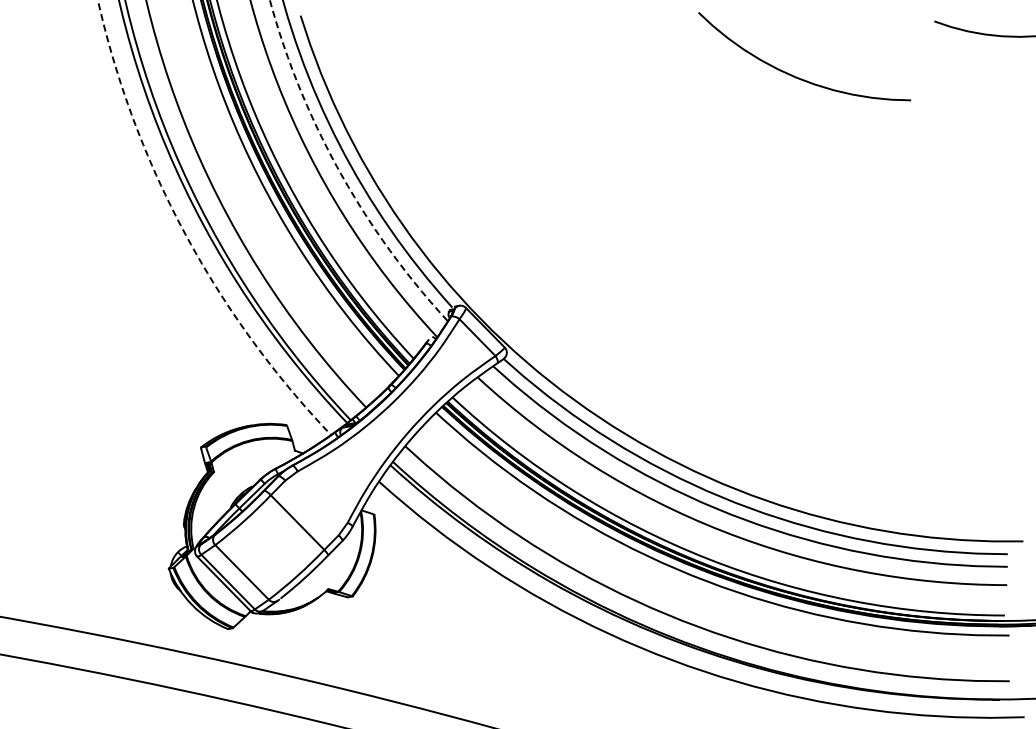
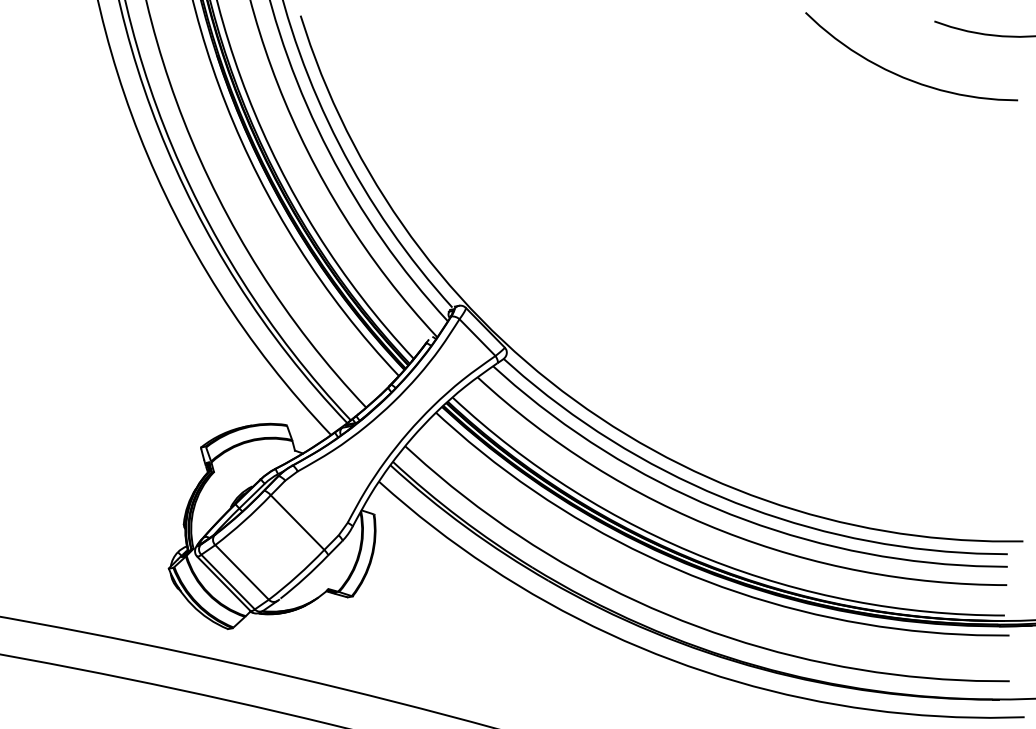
curve at (794, 75) position: (794, 75) -> (901, 75)
arc at (340, 172): dashed -> solid
arc at (185, 234): dashed -> solid
